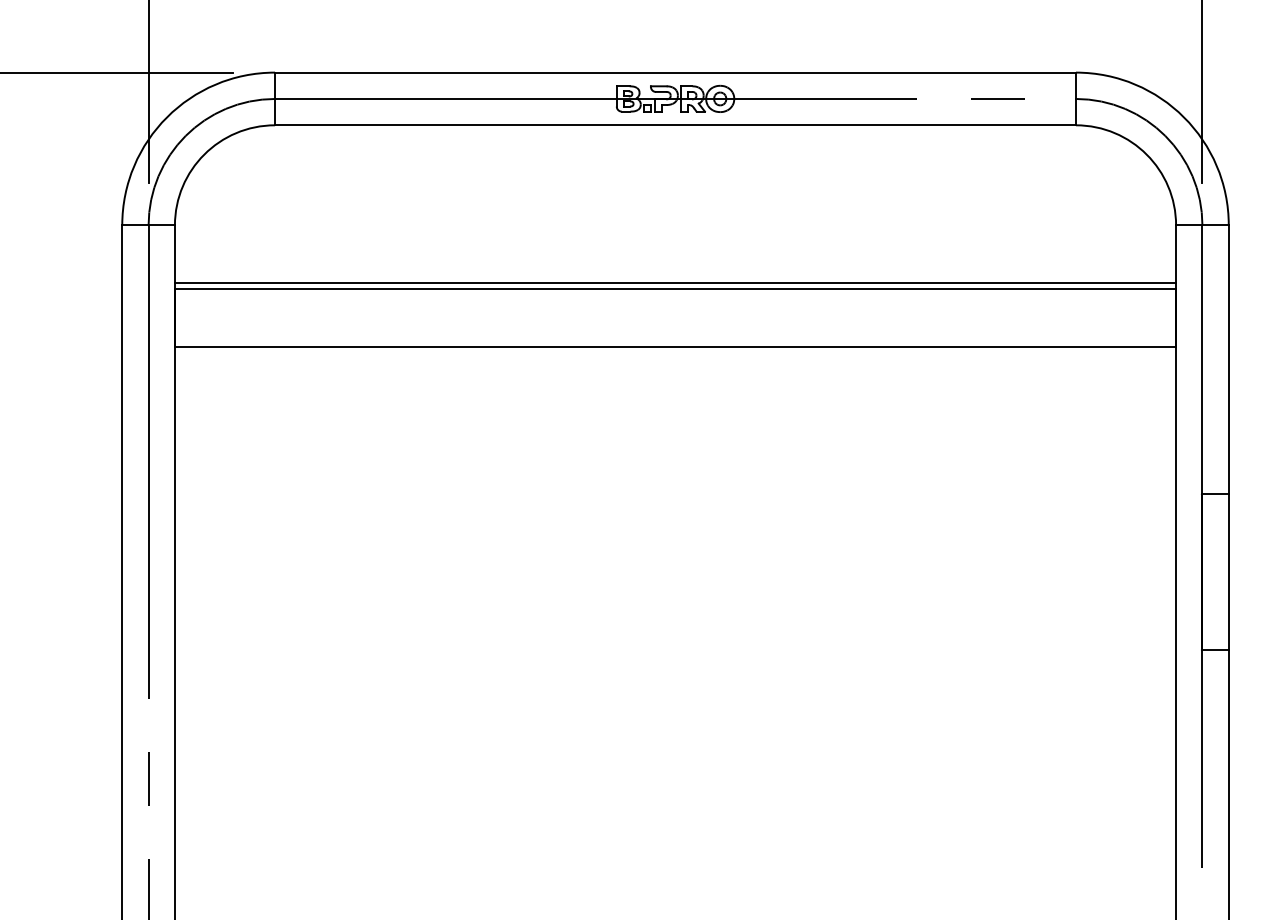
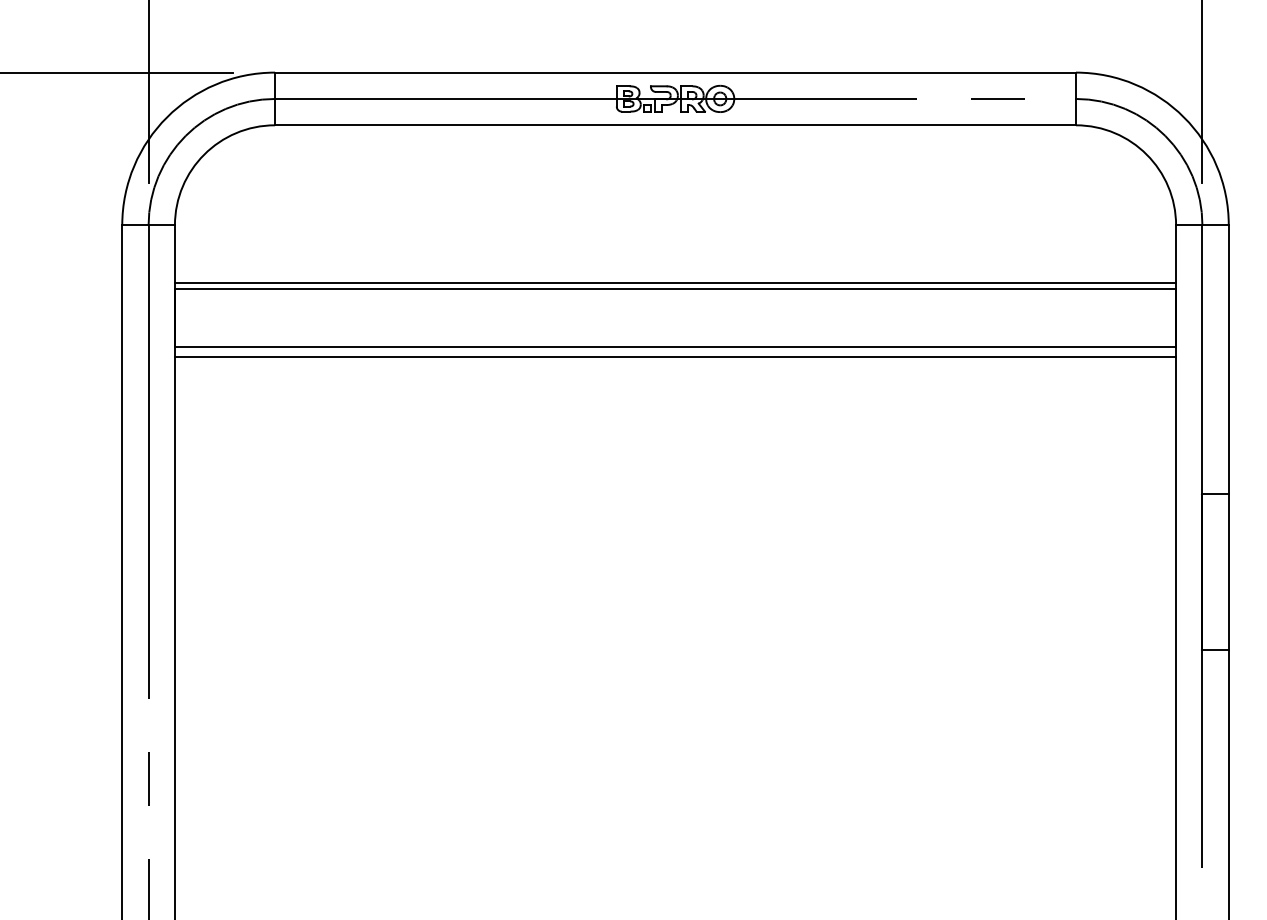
line at (675, 357): none -> present
